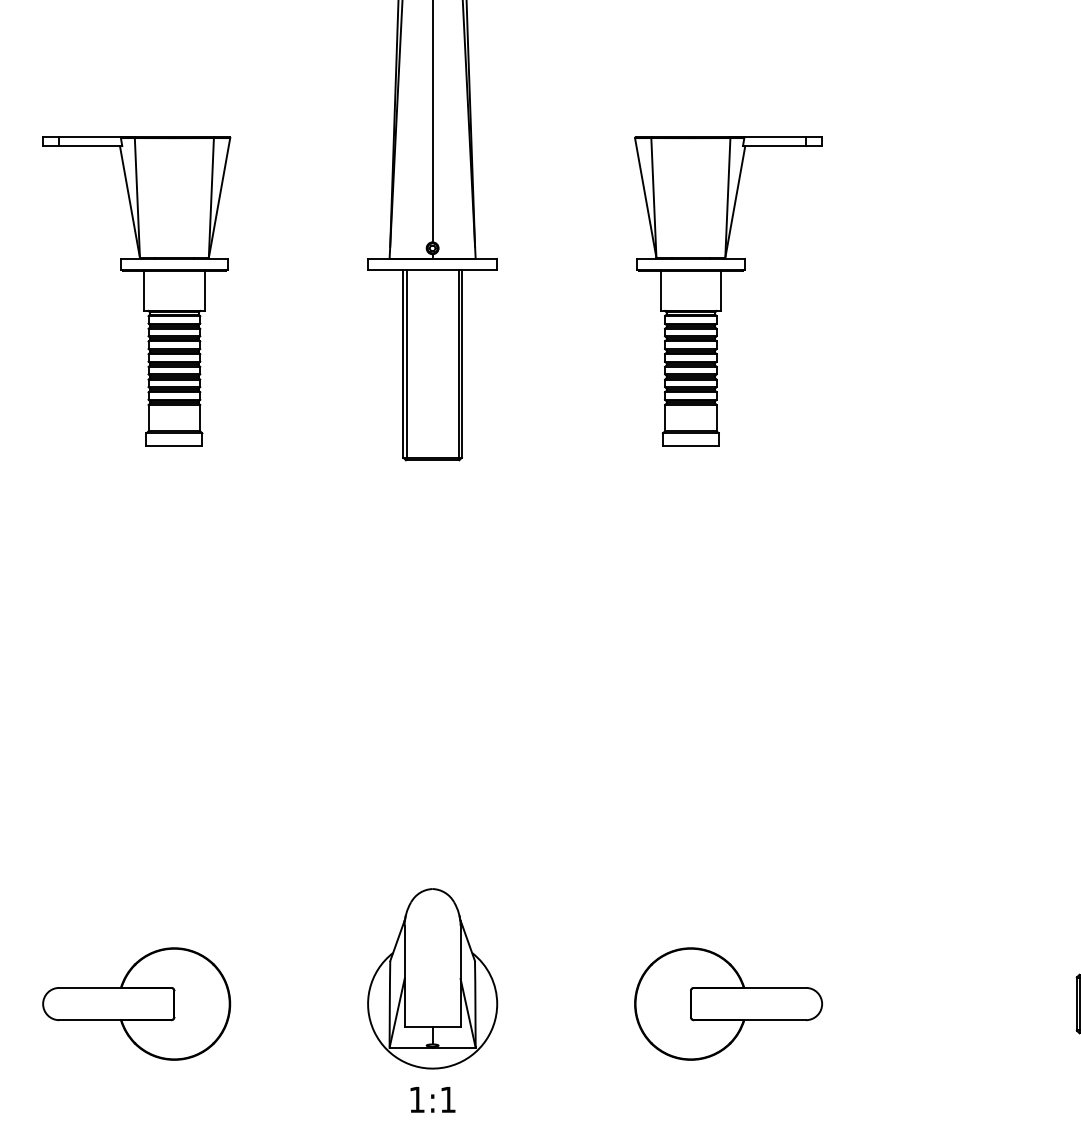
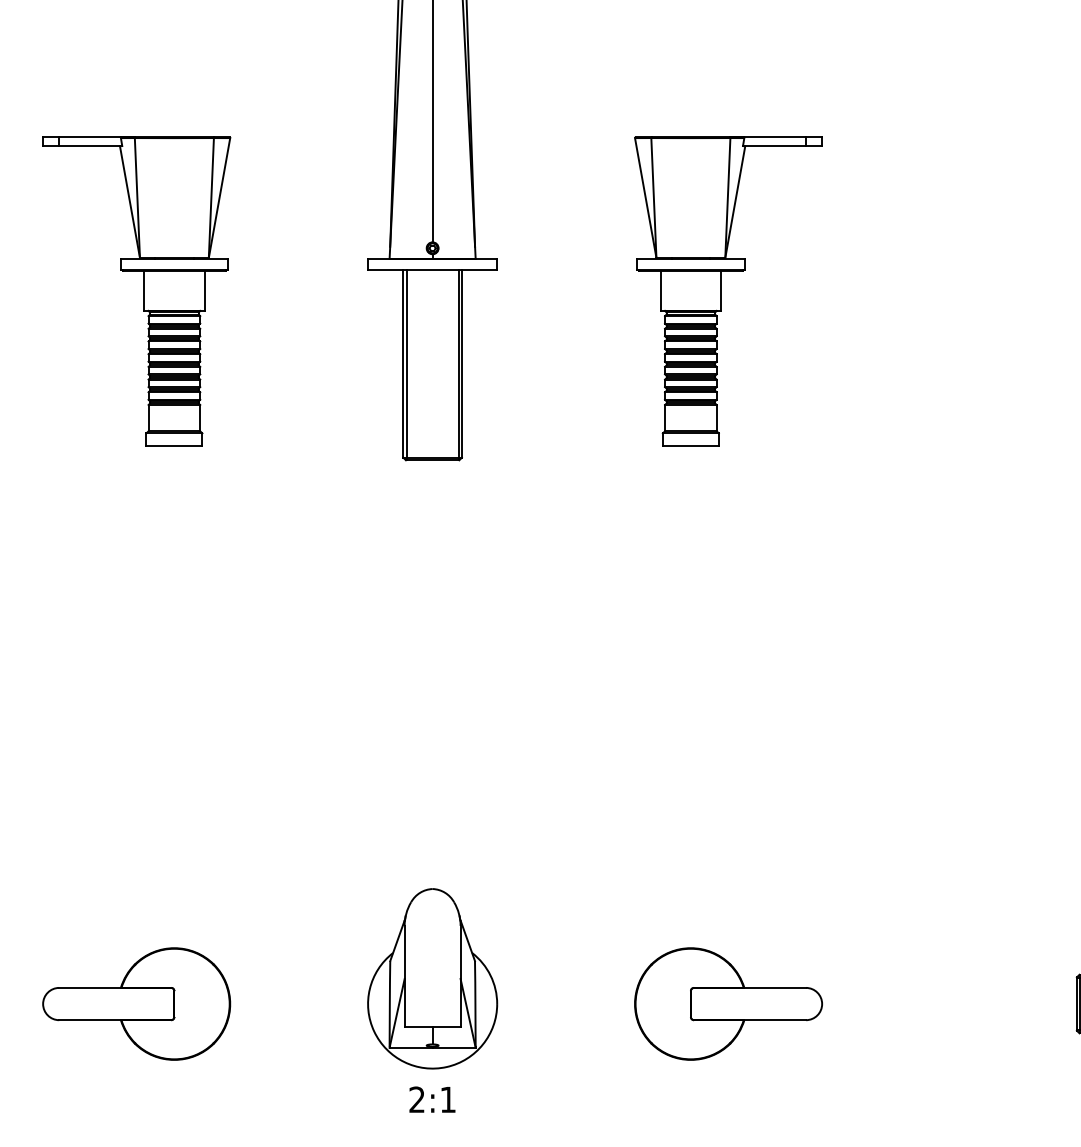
text at (416, 1099): 1:1 -> 2:1
